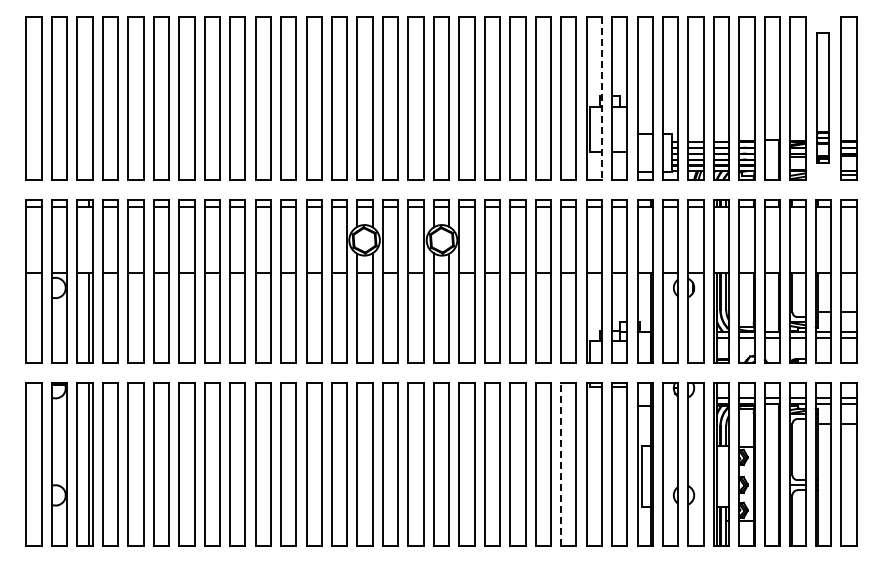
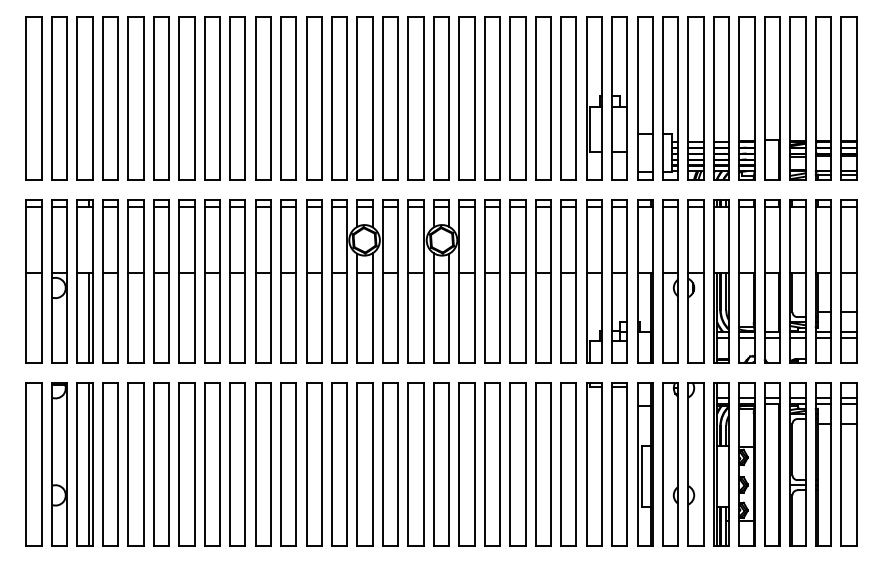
part at (822, 97) size: 14x132 px -> 18x165 px
line at (601, 98): dashed -> solid
line at (561, 464): dashed -> solid
